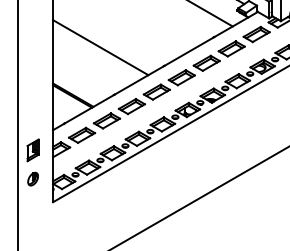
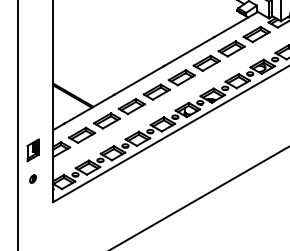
line at (211, 14): present -> none
line at (100, 47): present -> none
part at (32, 178) size: 12x16 px -> 8x10 px
